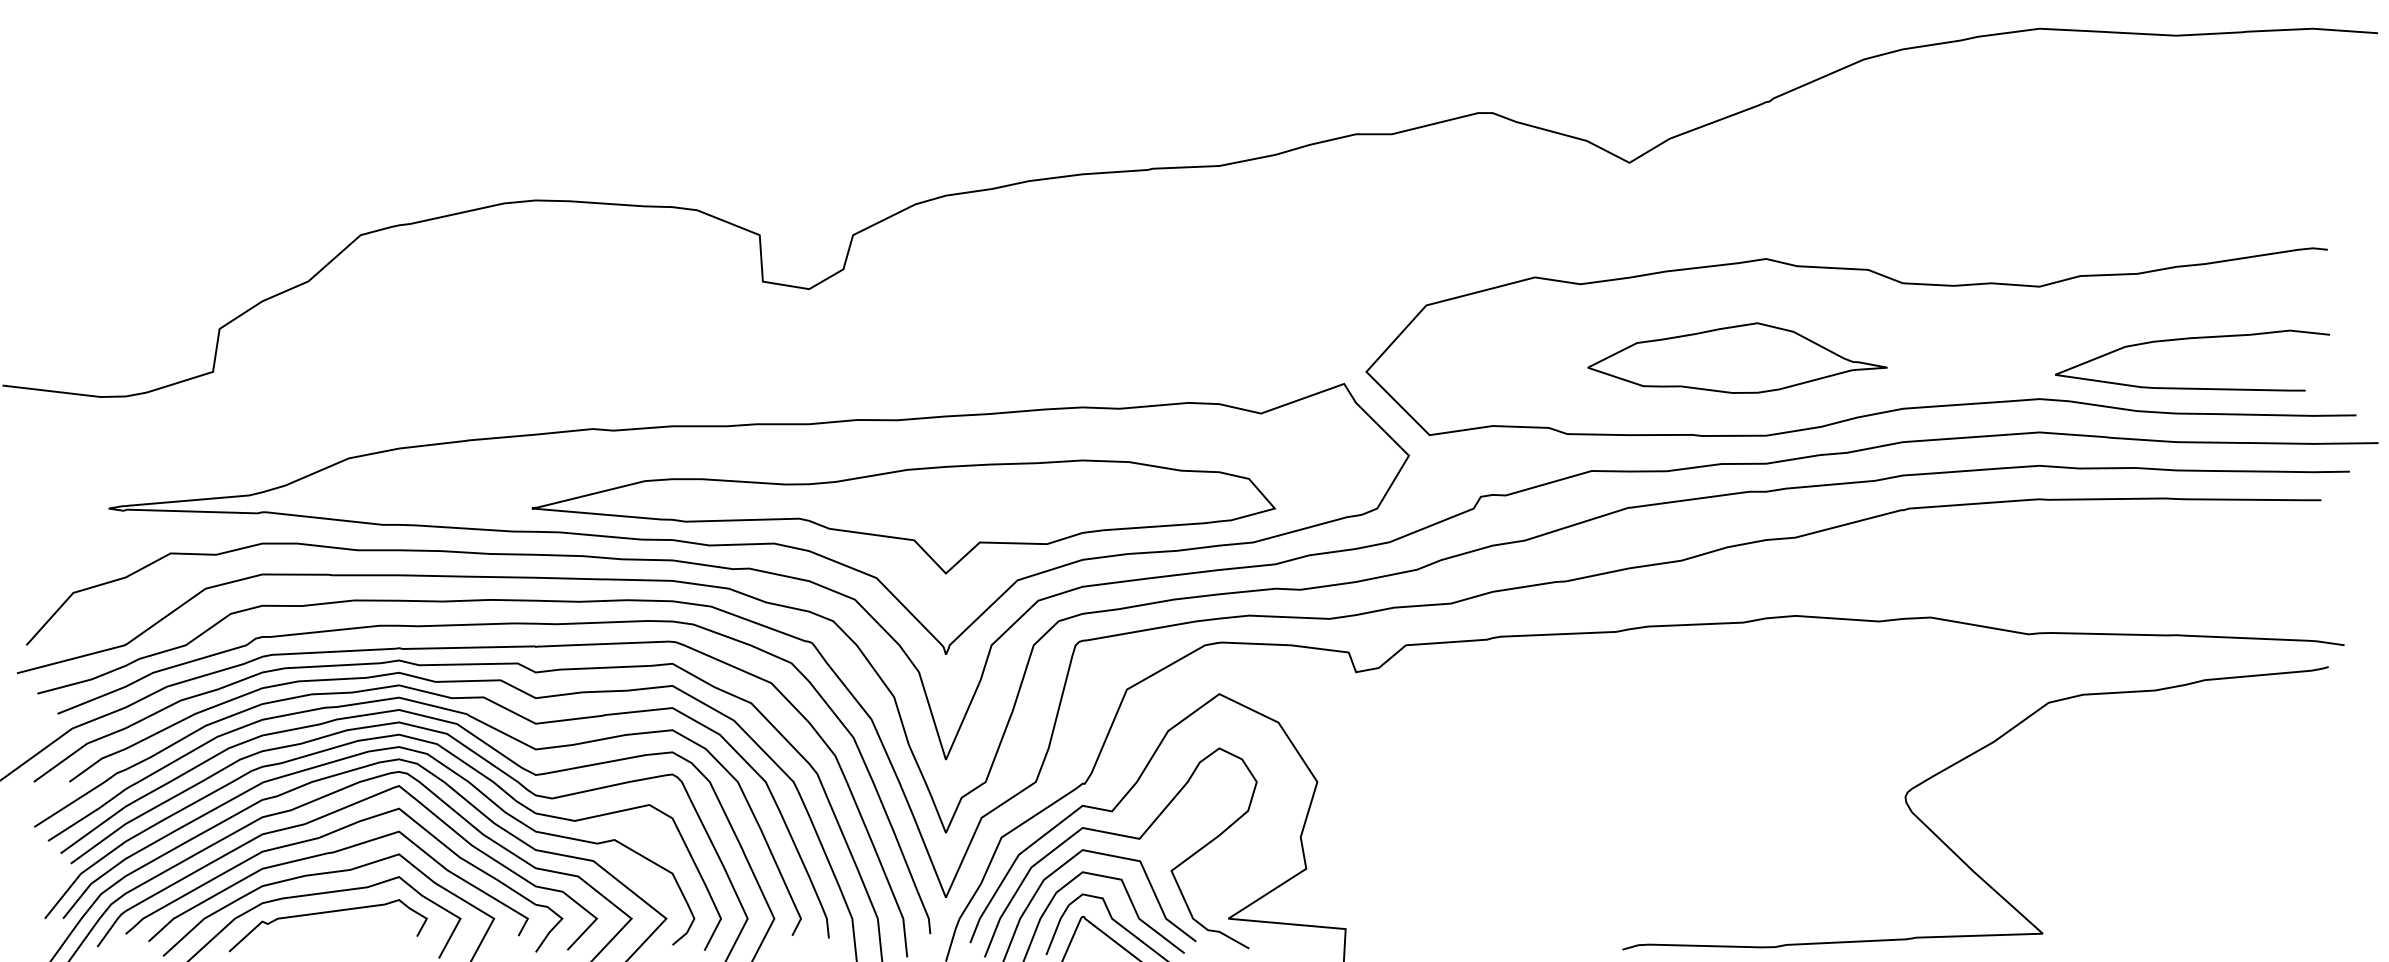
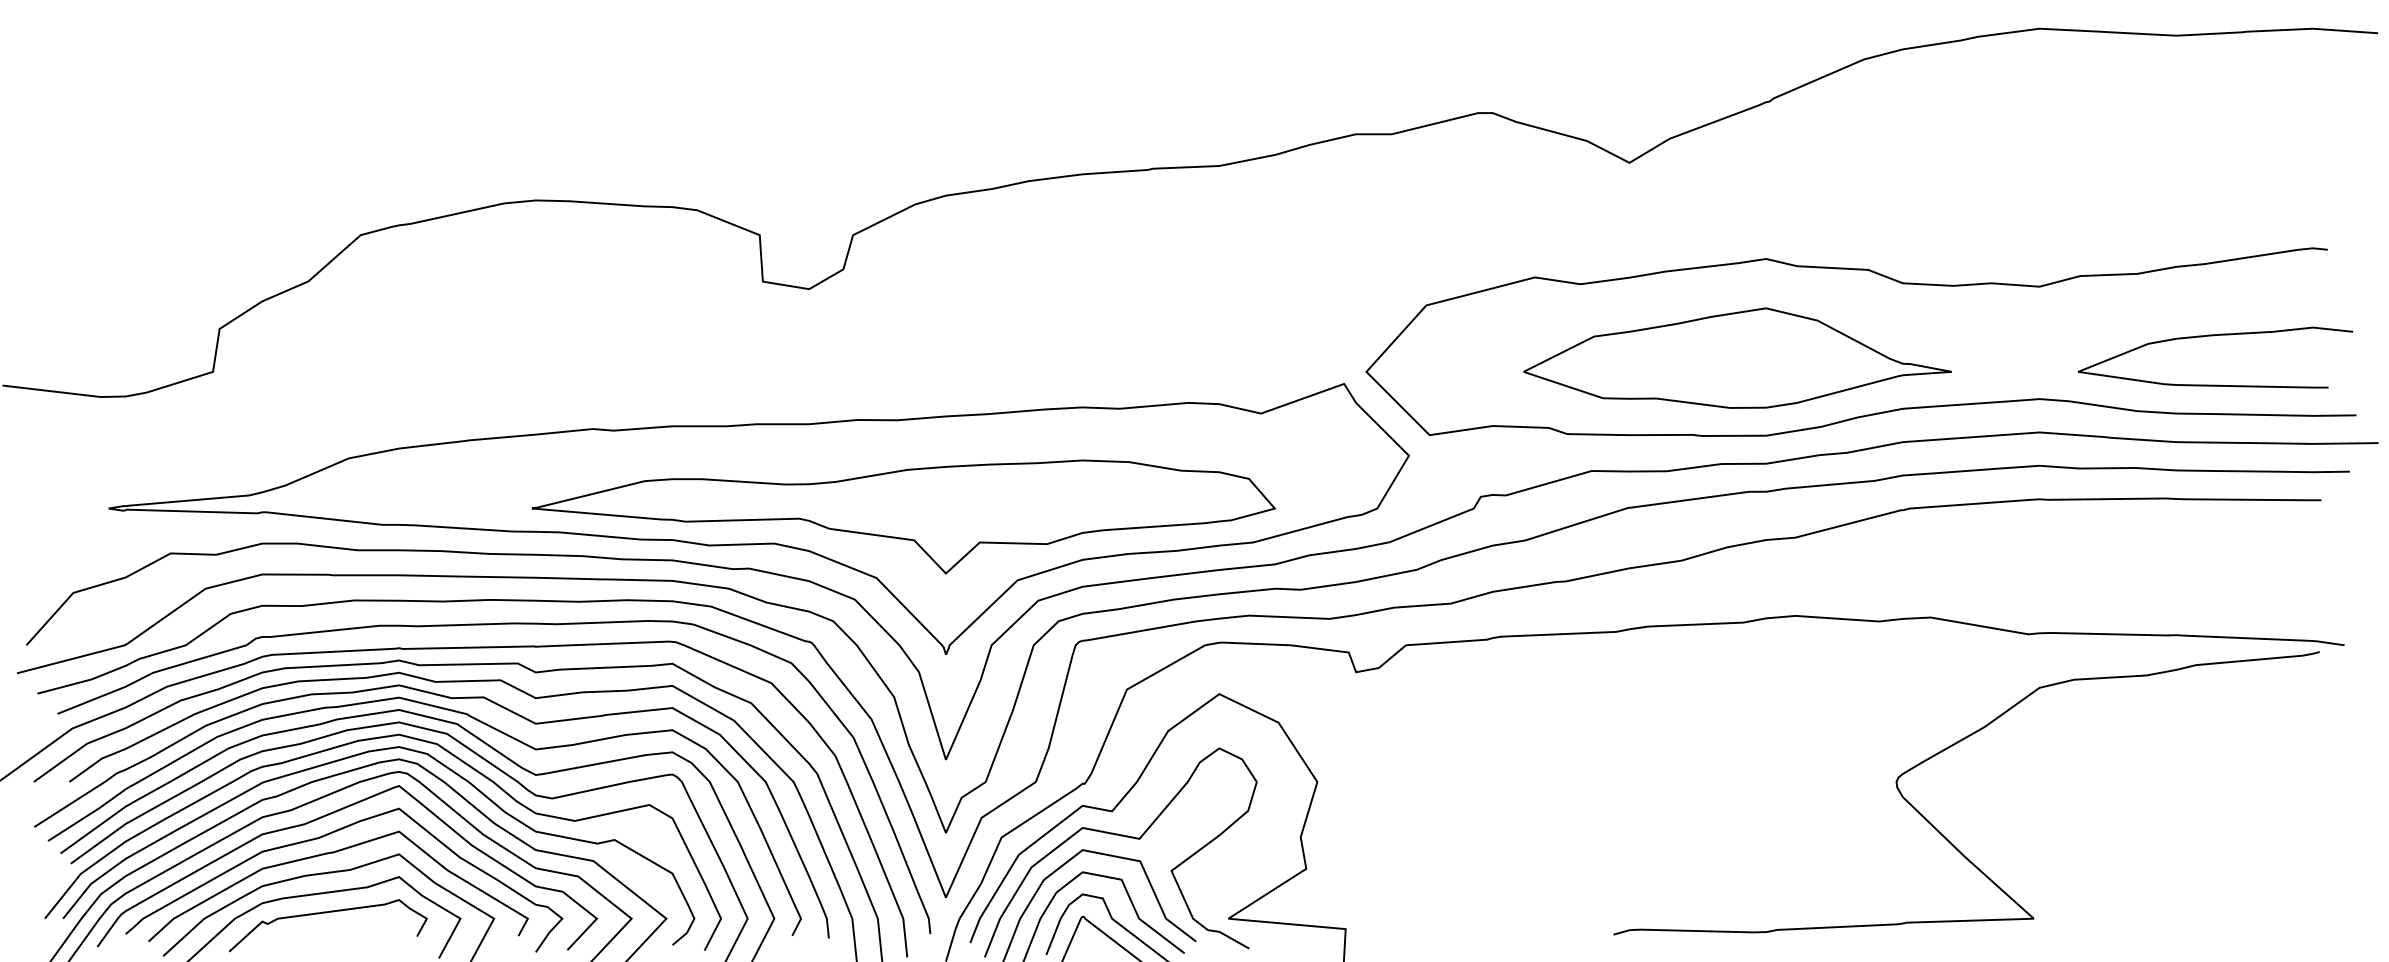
curve at (2191, 339) position: (2191, 339) -> (2214, 336)
part at (1737, 357) size: 301x72 px -> 429x102 px
curve at (1942, 840) position: (1942, 840) -> (1933, 825)
